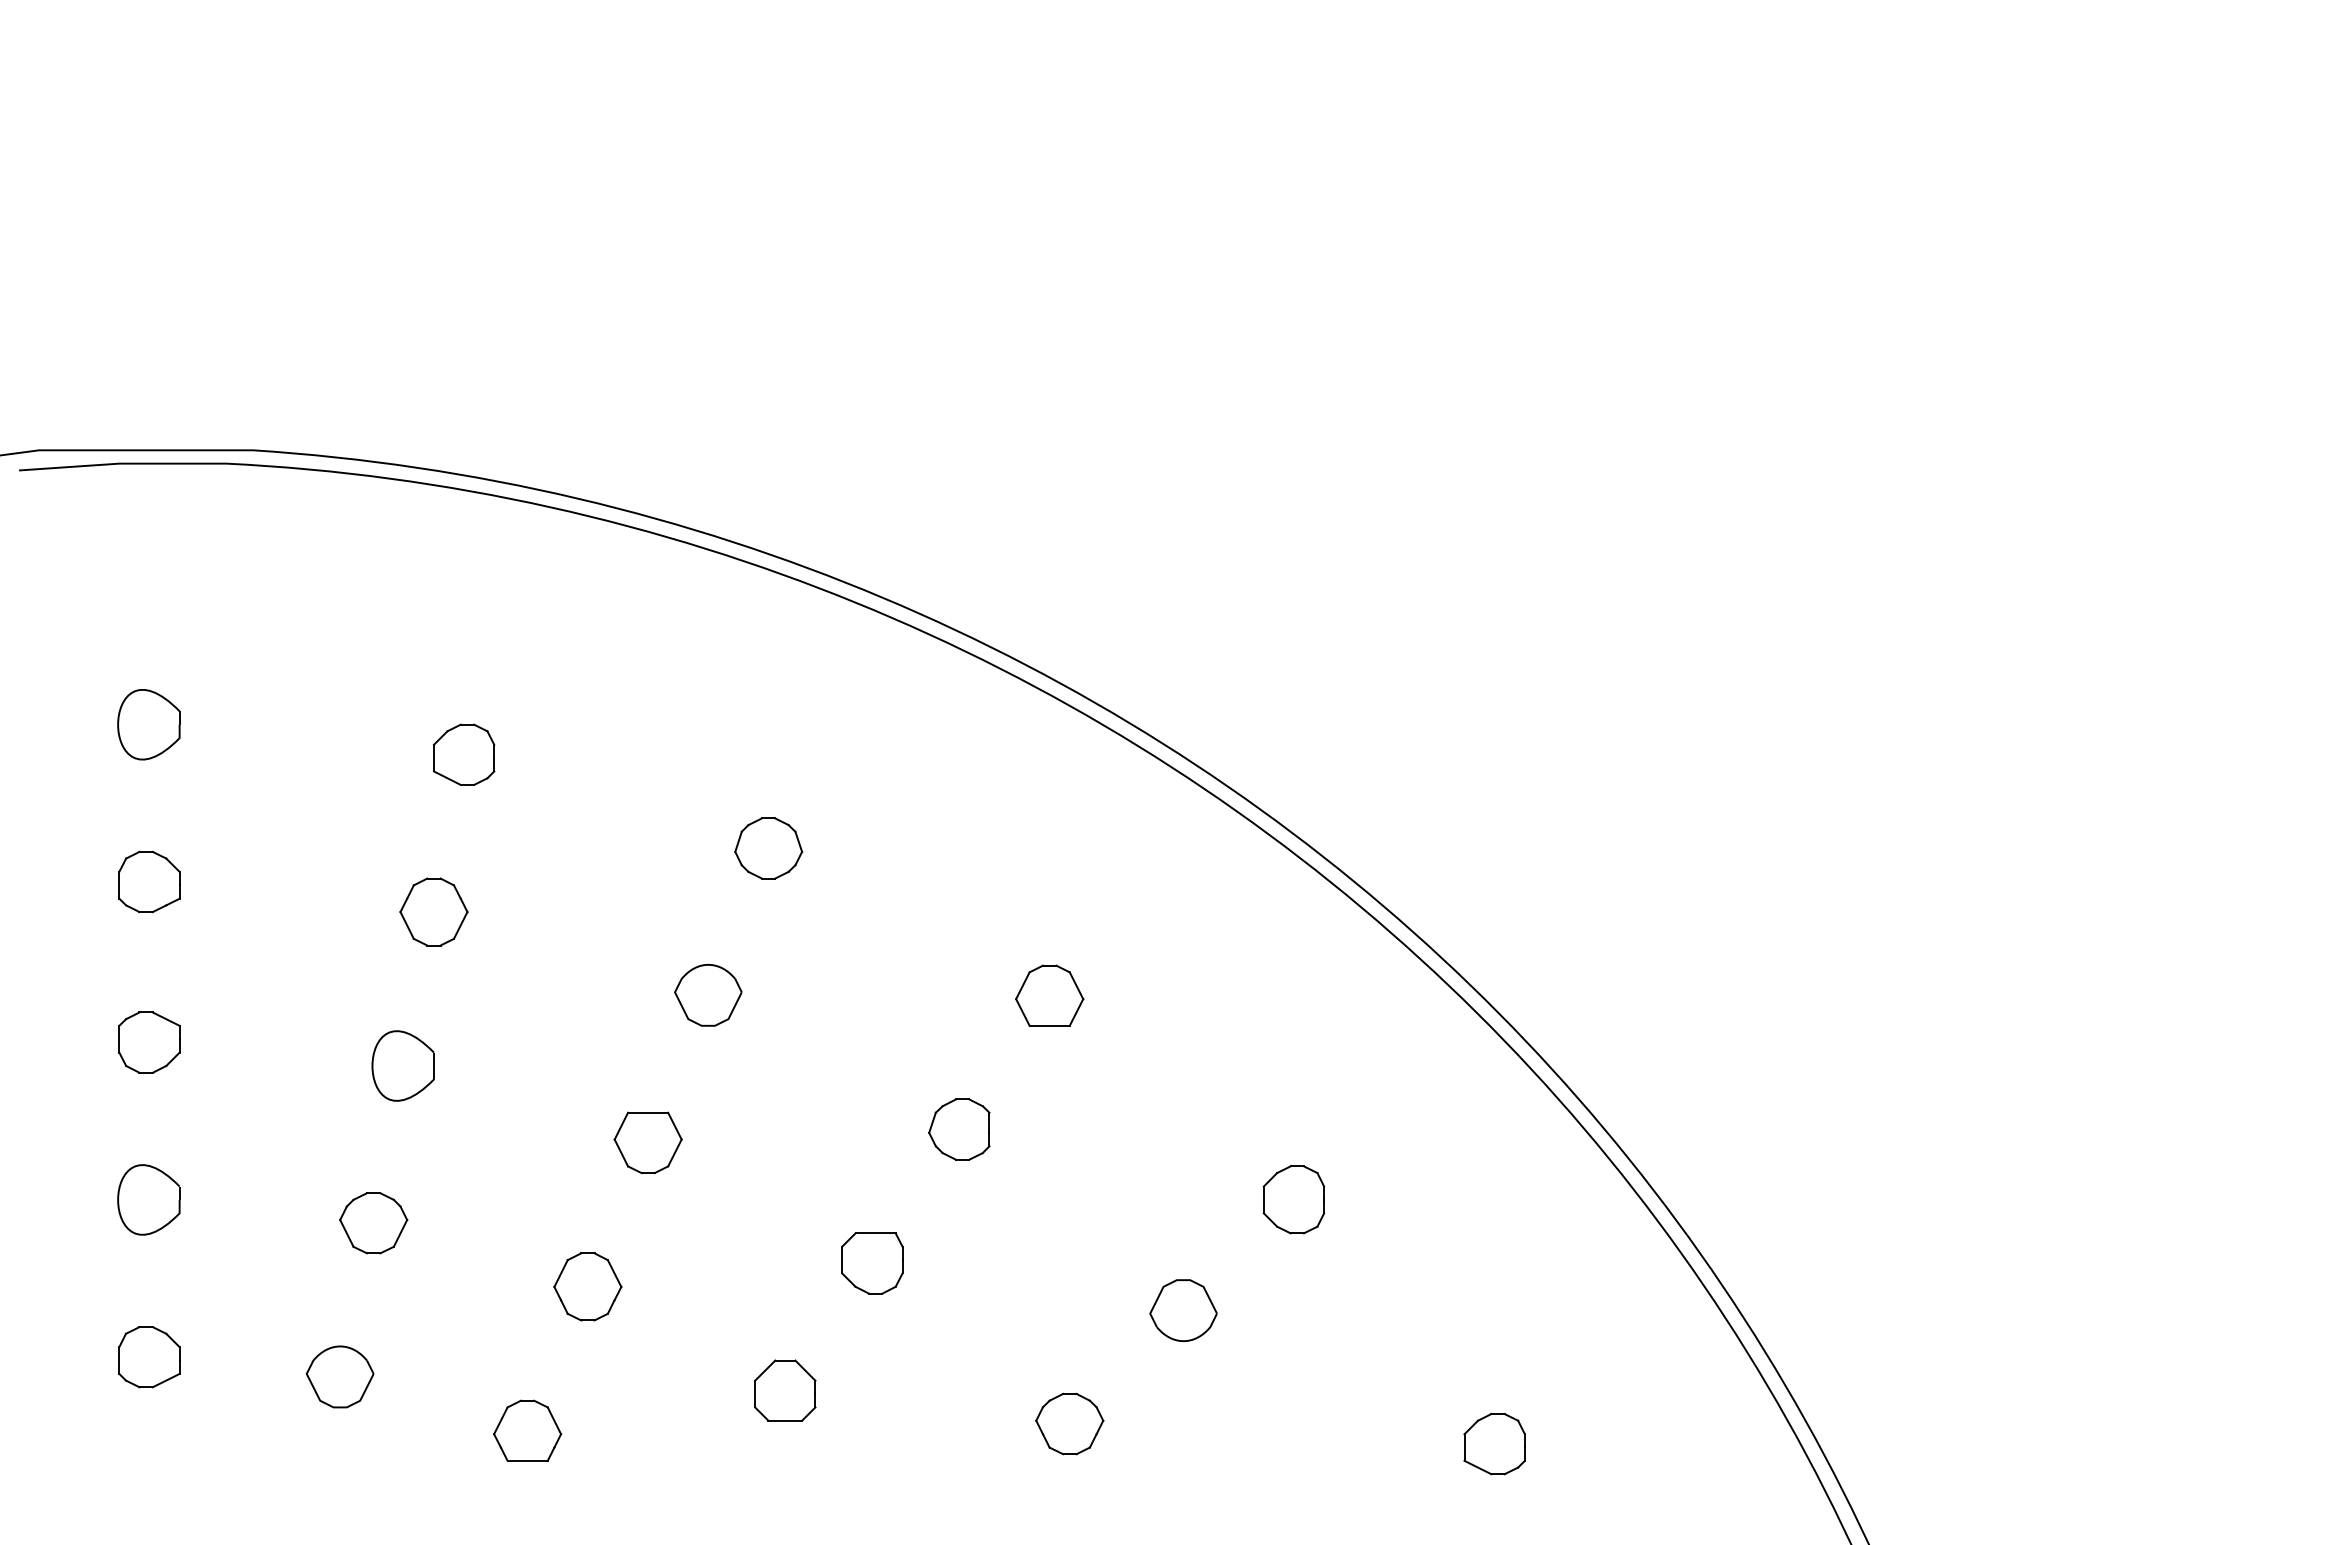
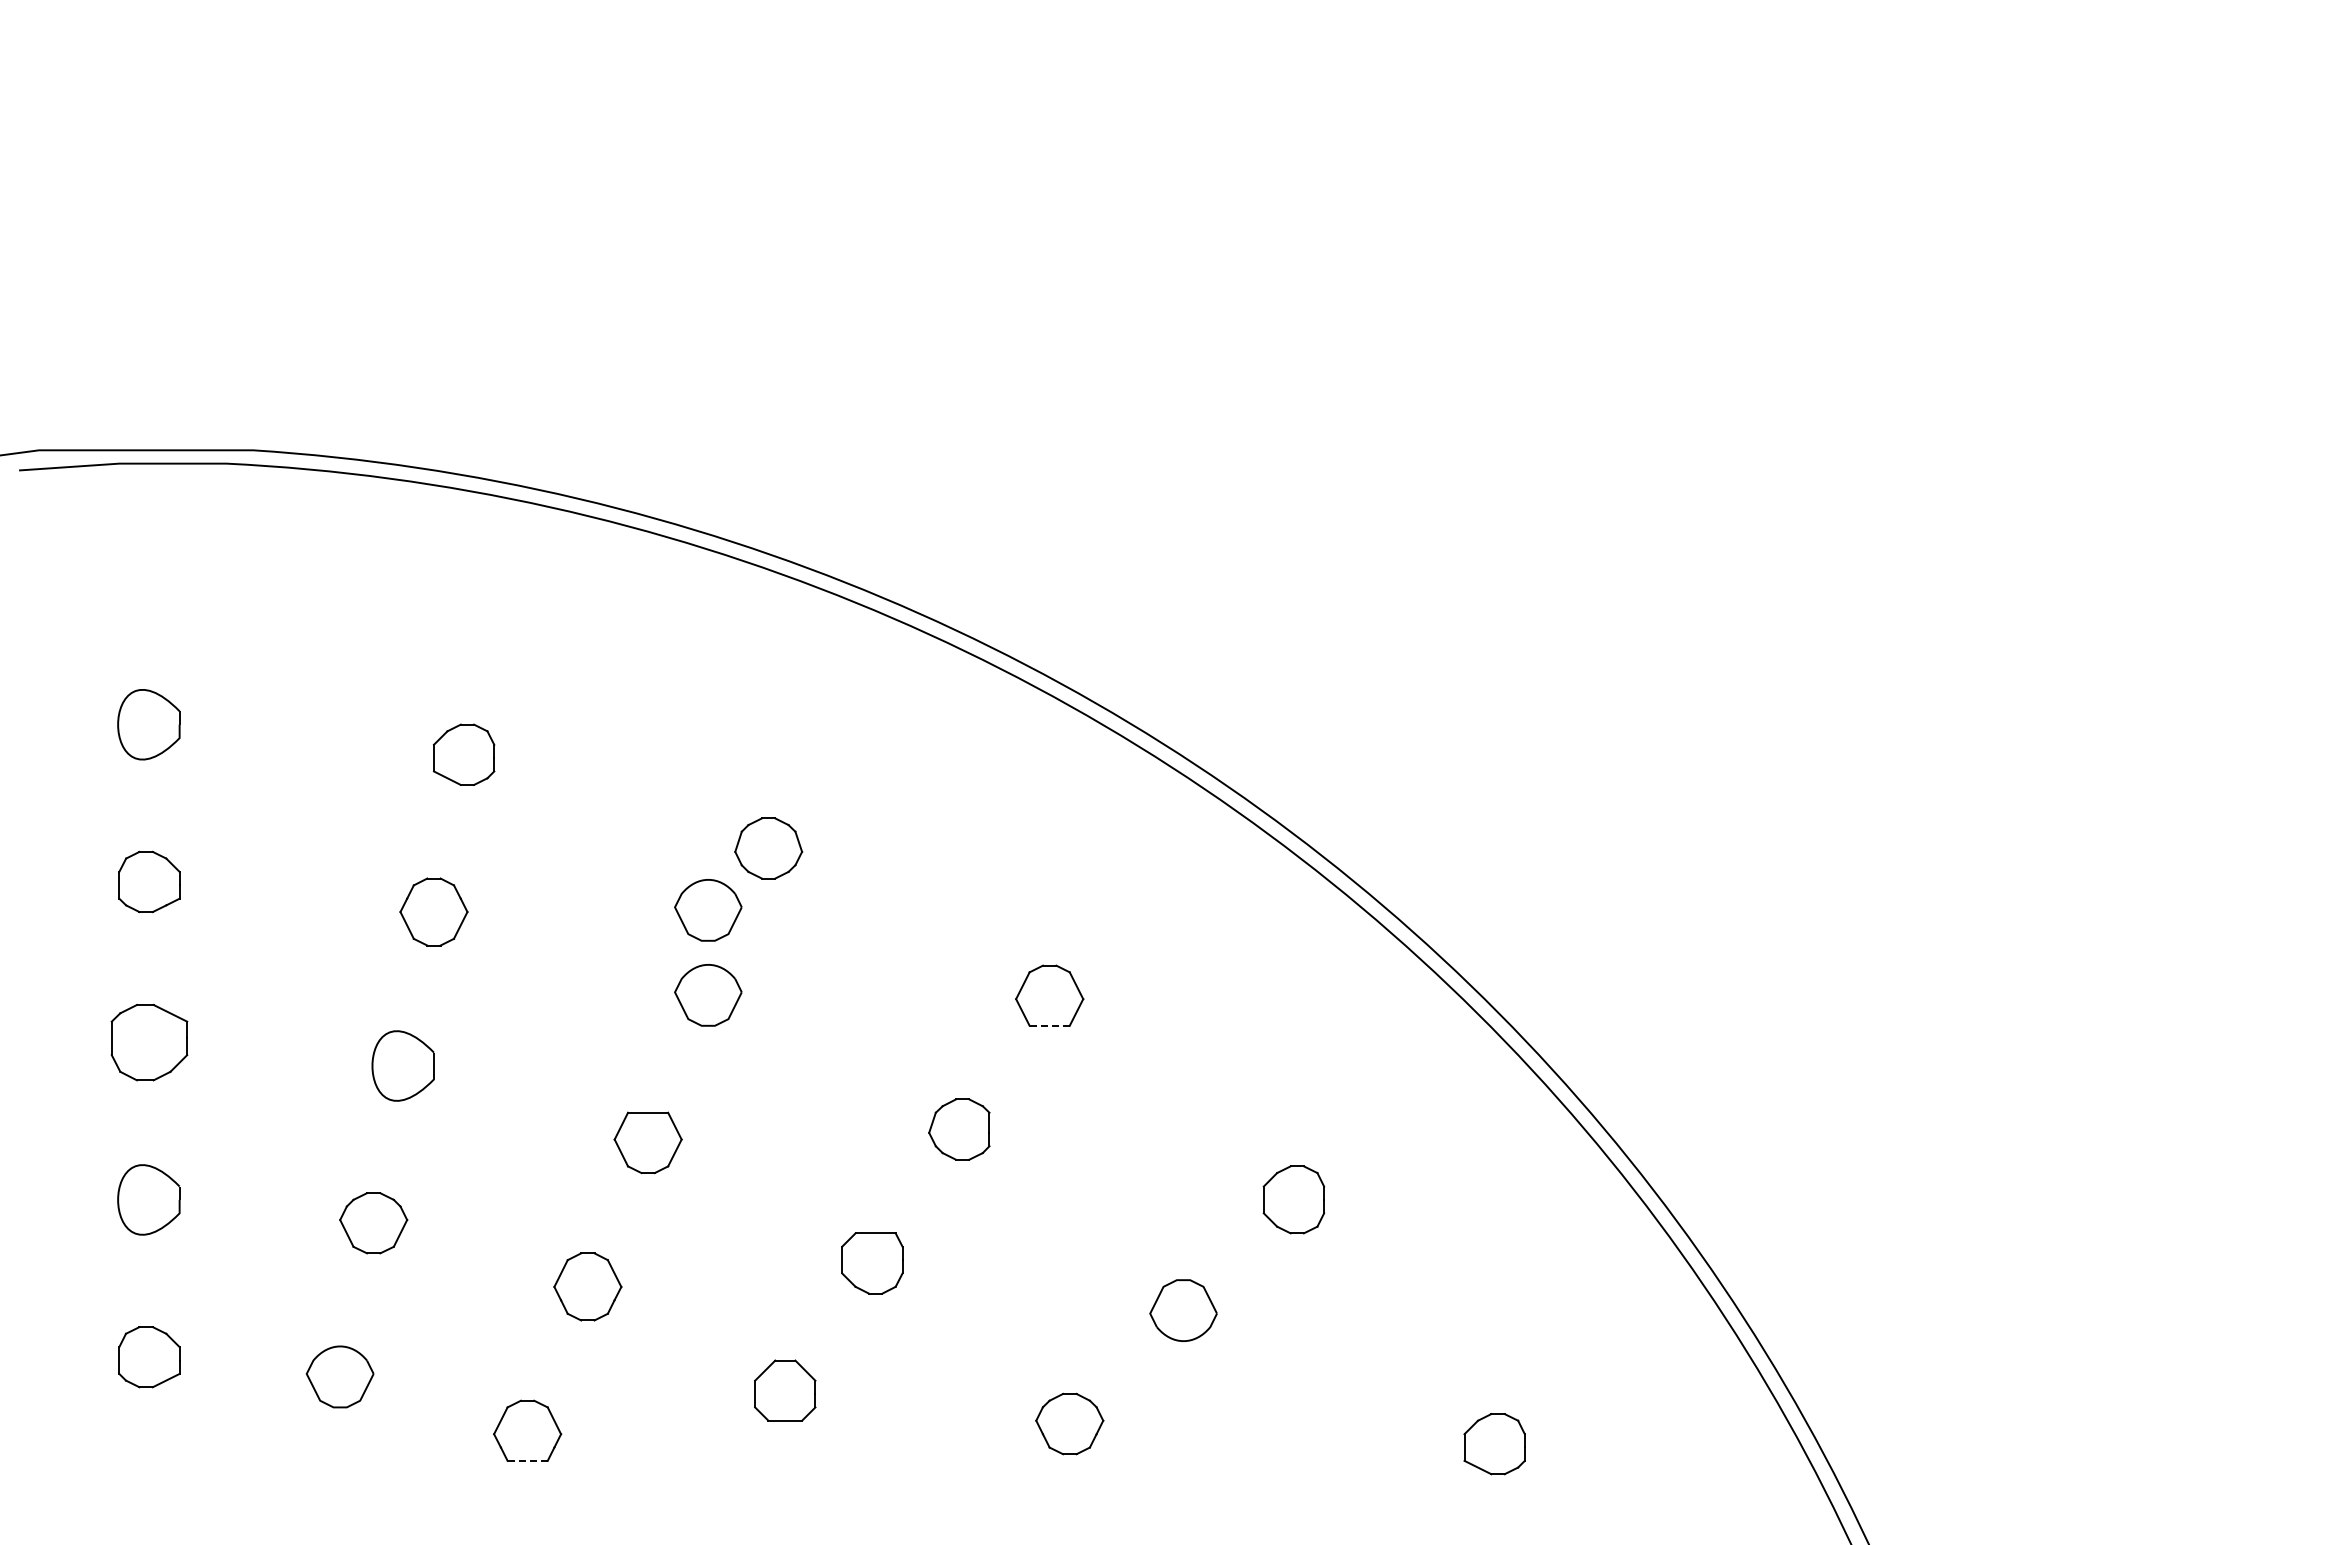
part at (708, 910): none -> present
line at (1050, 1025): solid -> dashed
part at (149, 1042) size: 63x63 px -> 79x78 px
line at (528, 1460): solid -> dashed
